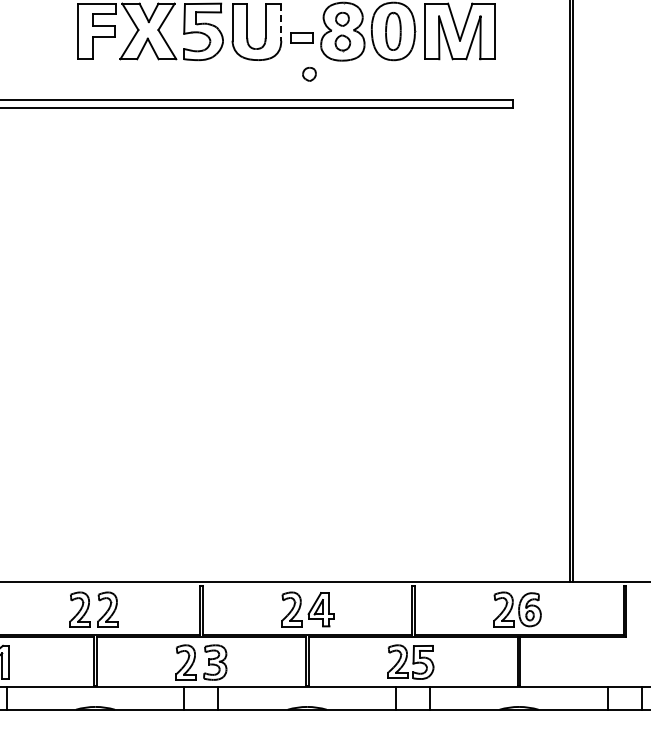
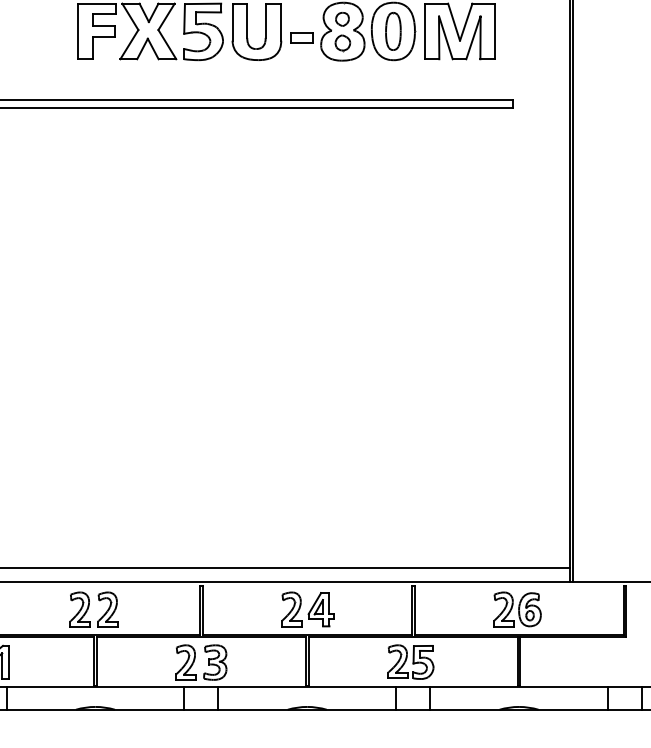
line at (281, 22): dashed -> solid
part at (309, 74): present -> none
line at (285, 567): none -> present
